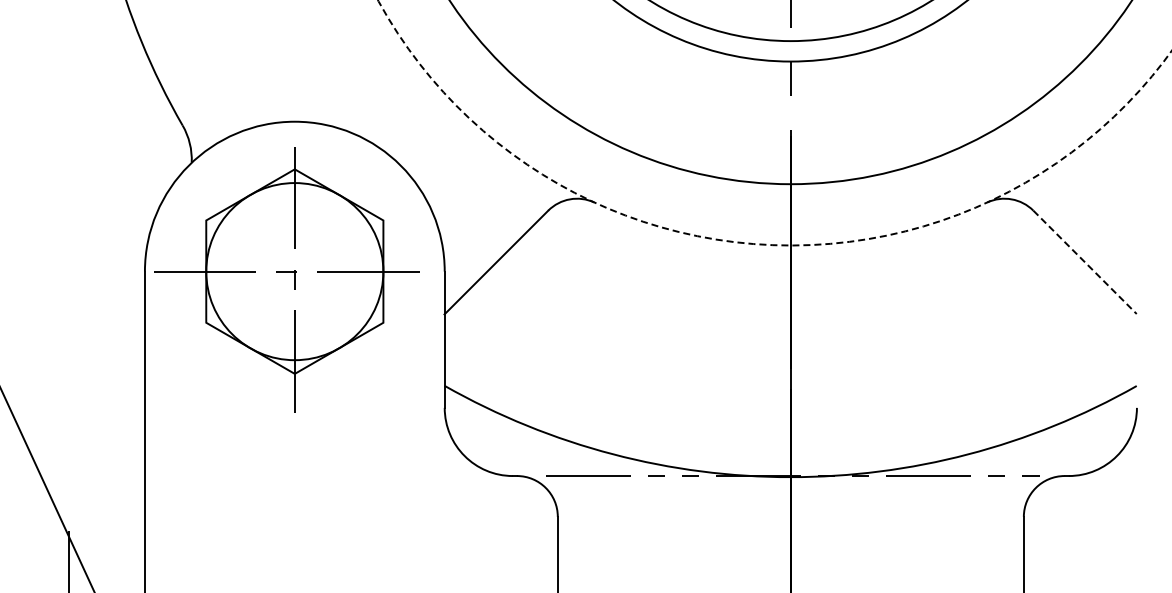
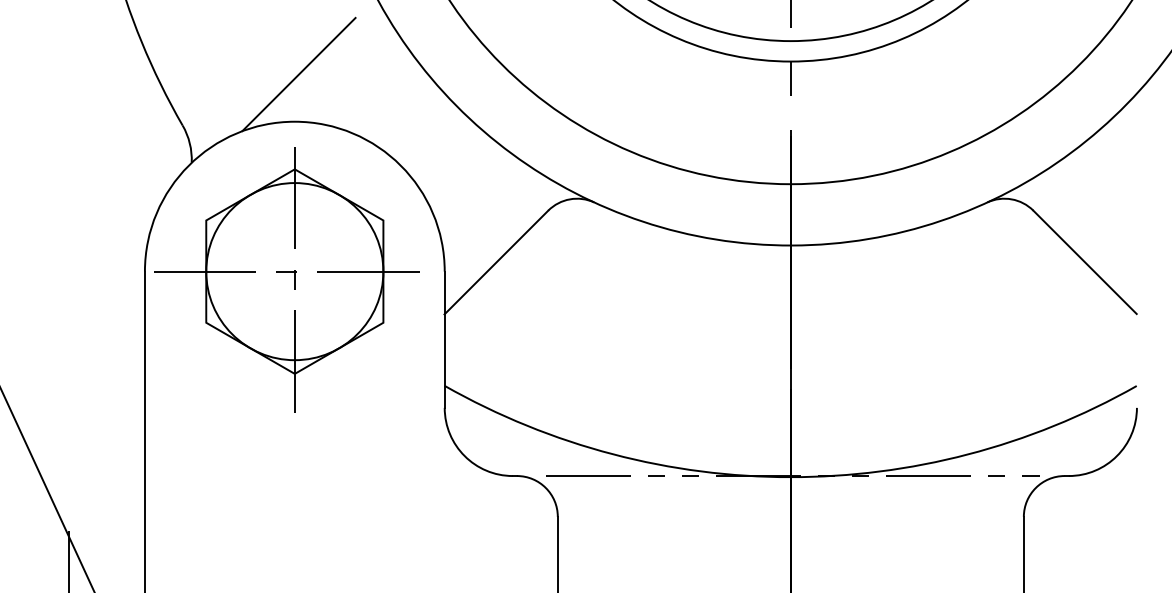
line at (298, 74): none -> present
arc at (761, 244): dashed -> solid
line at (1085, 262): dashed -> solid
